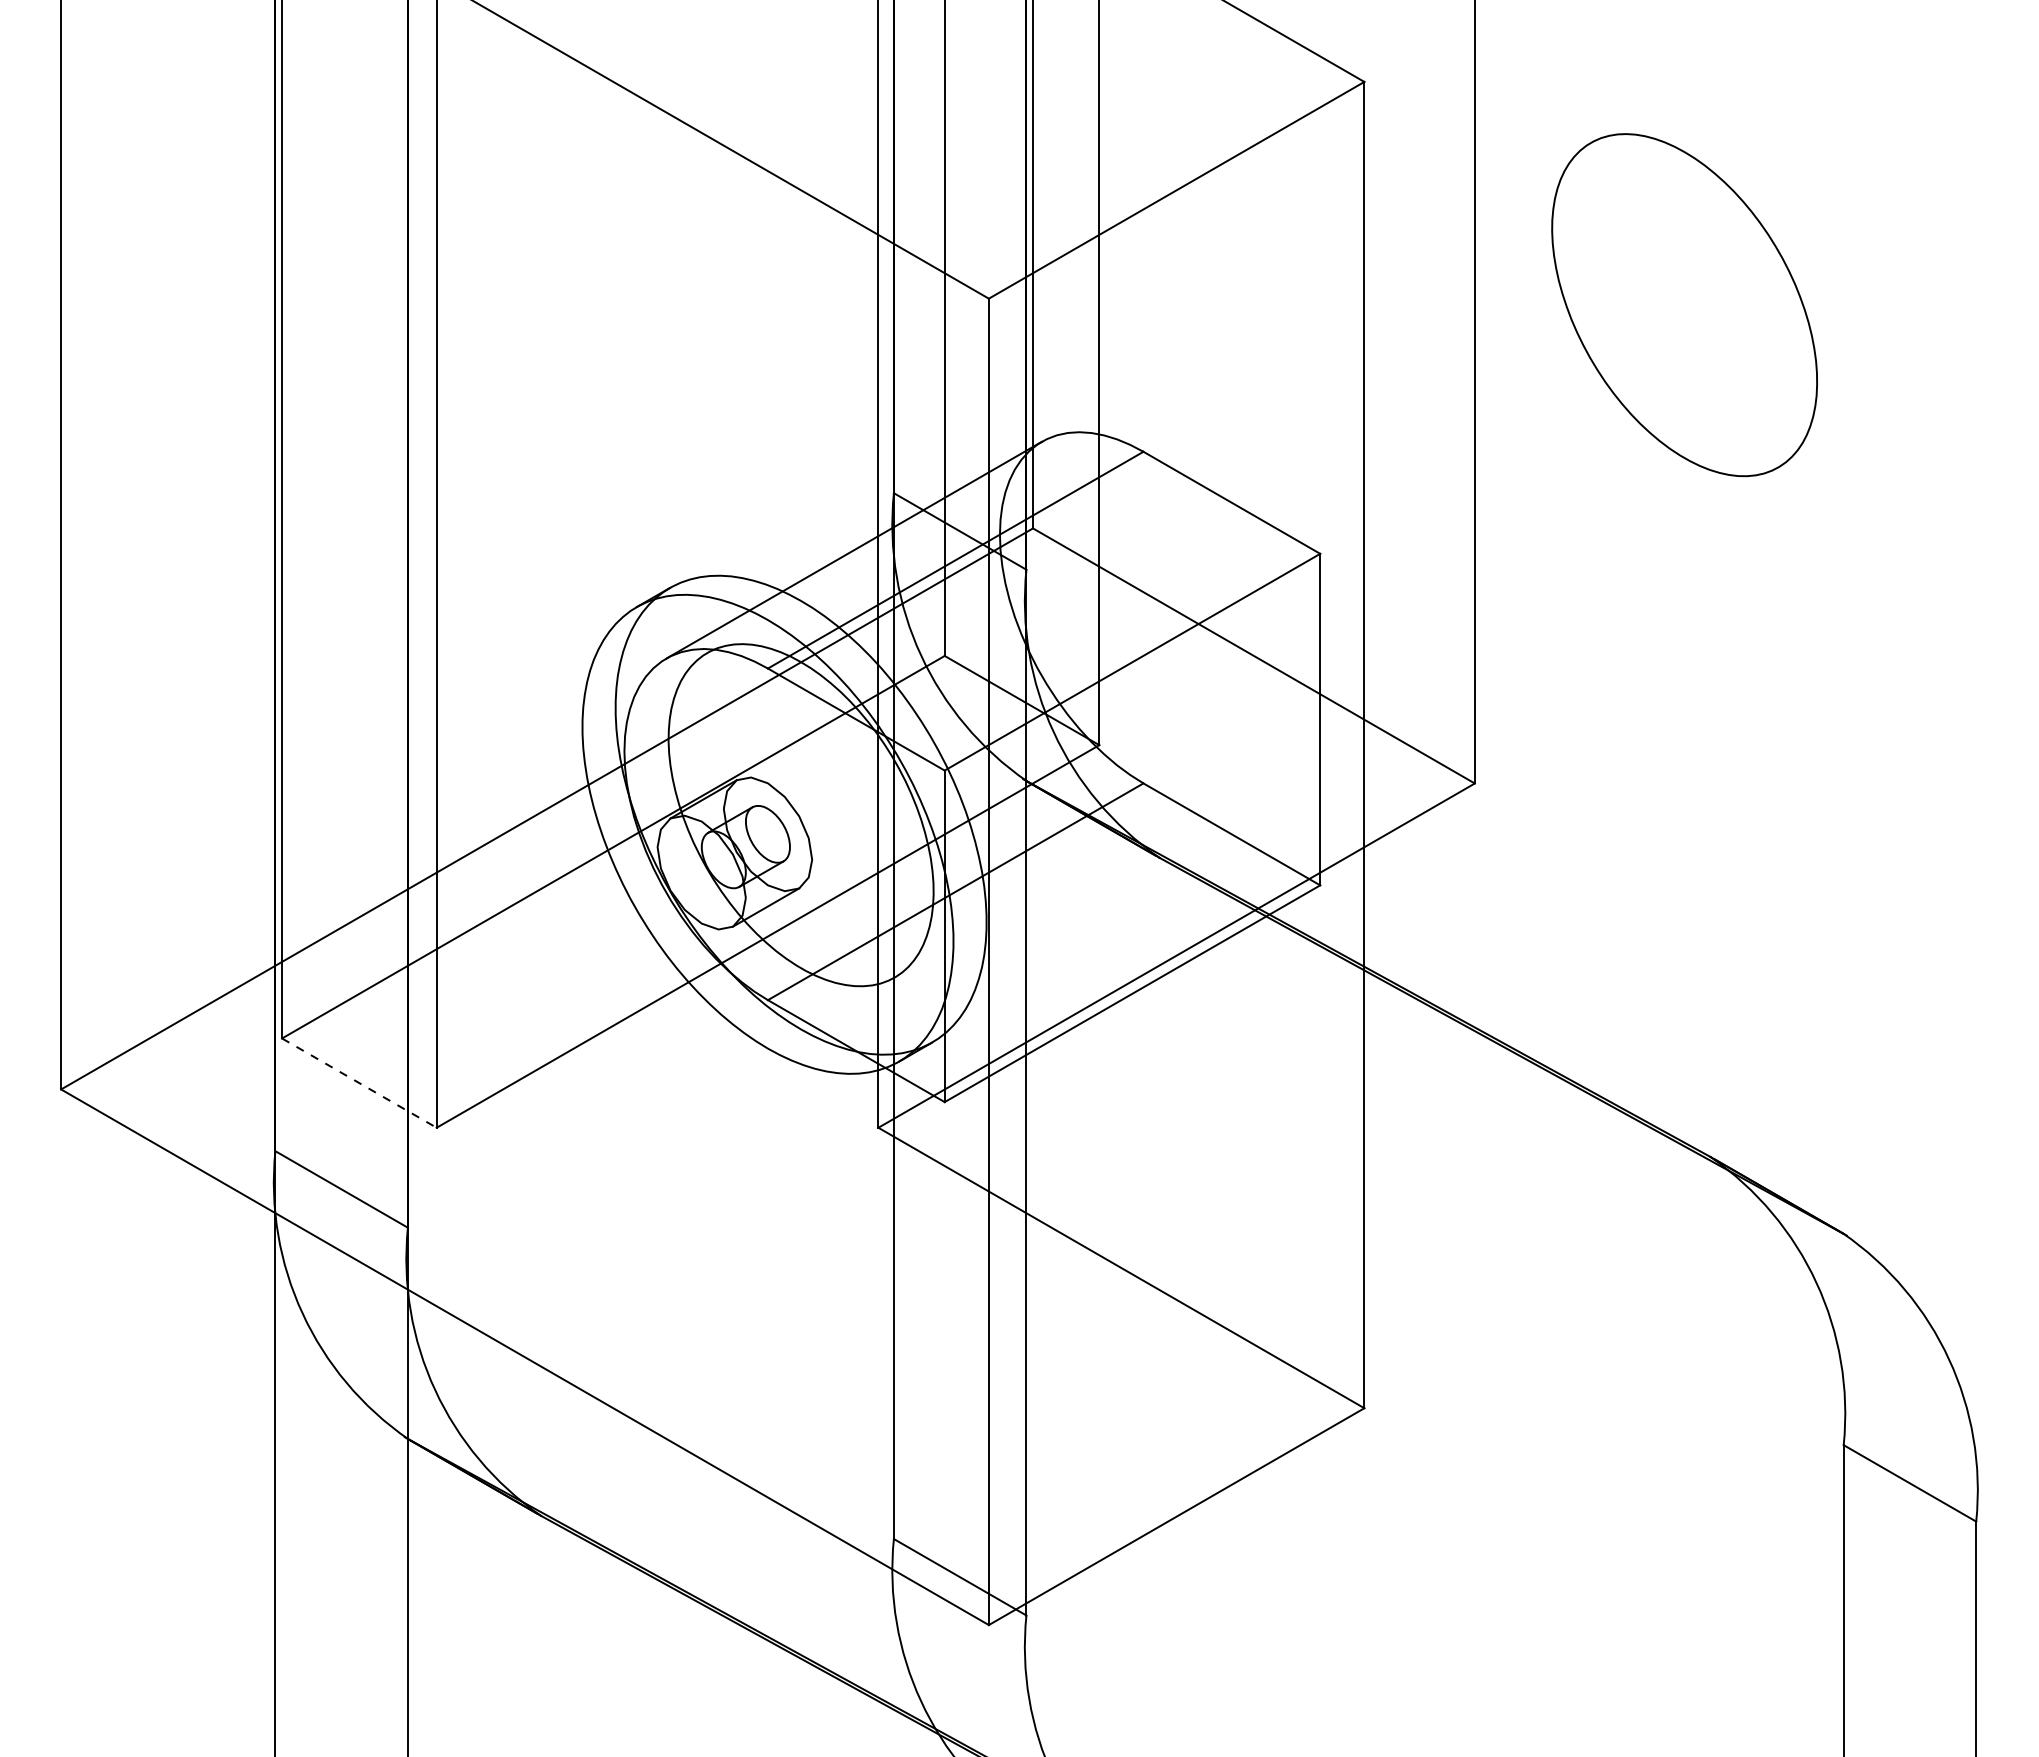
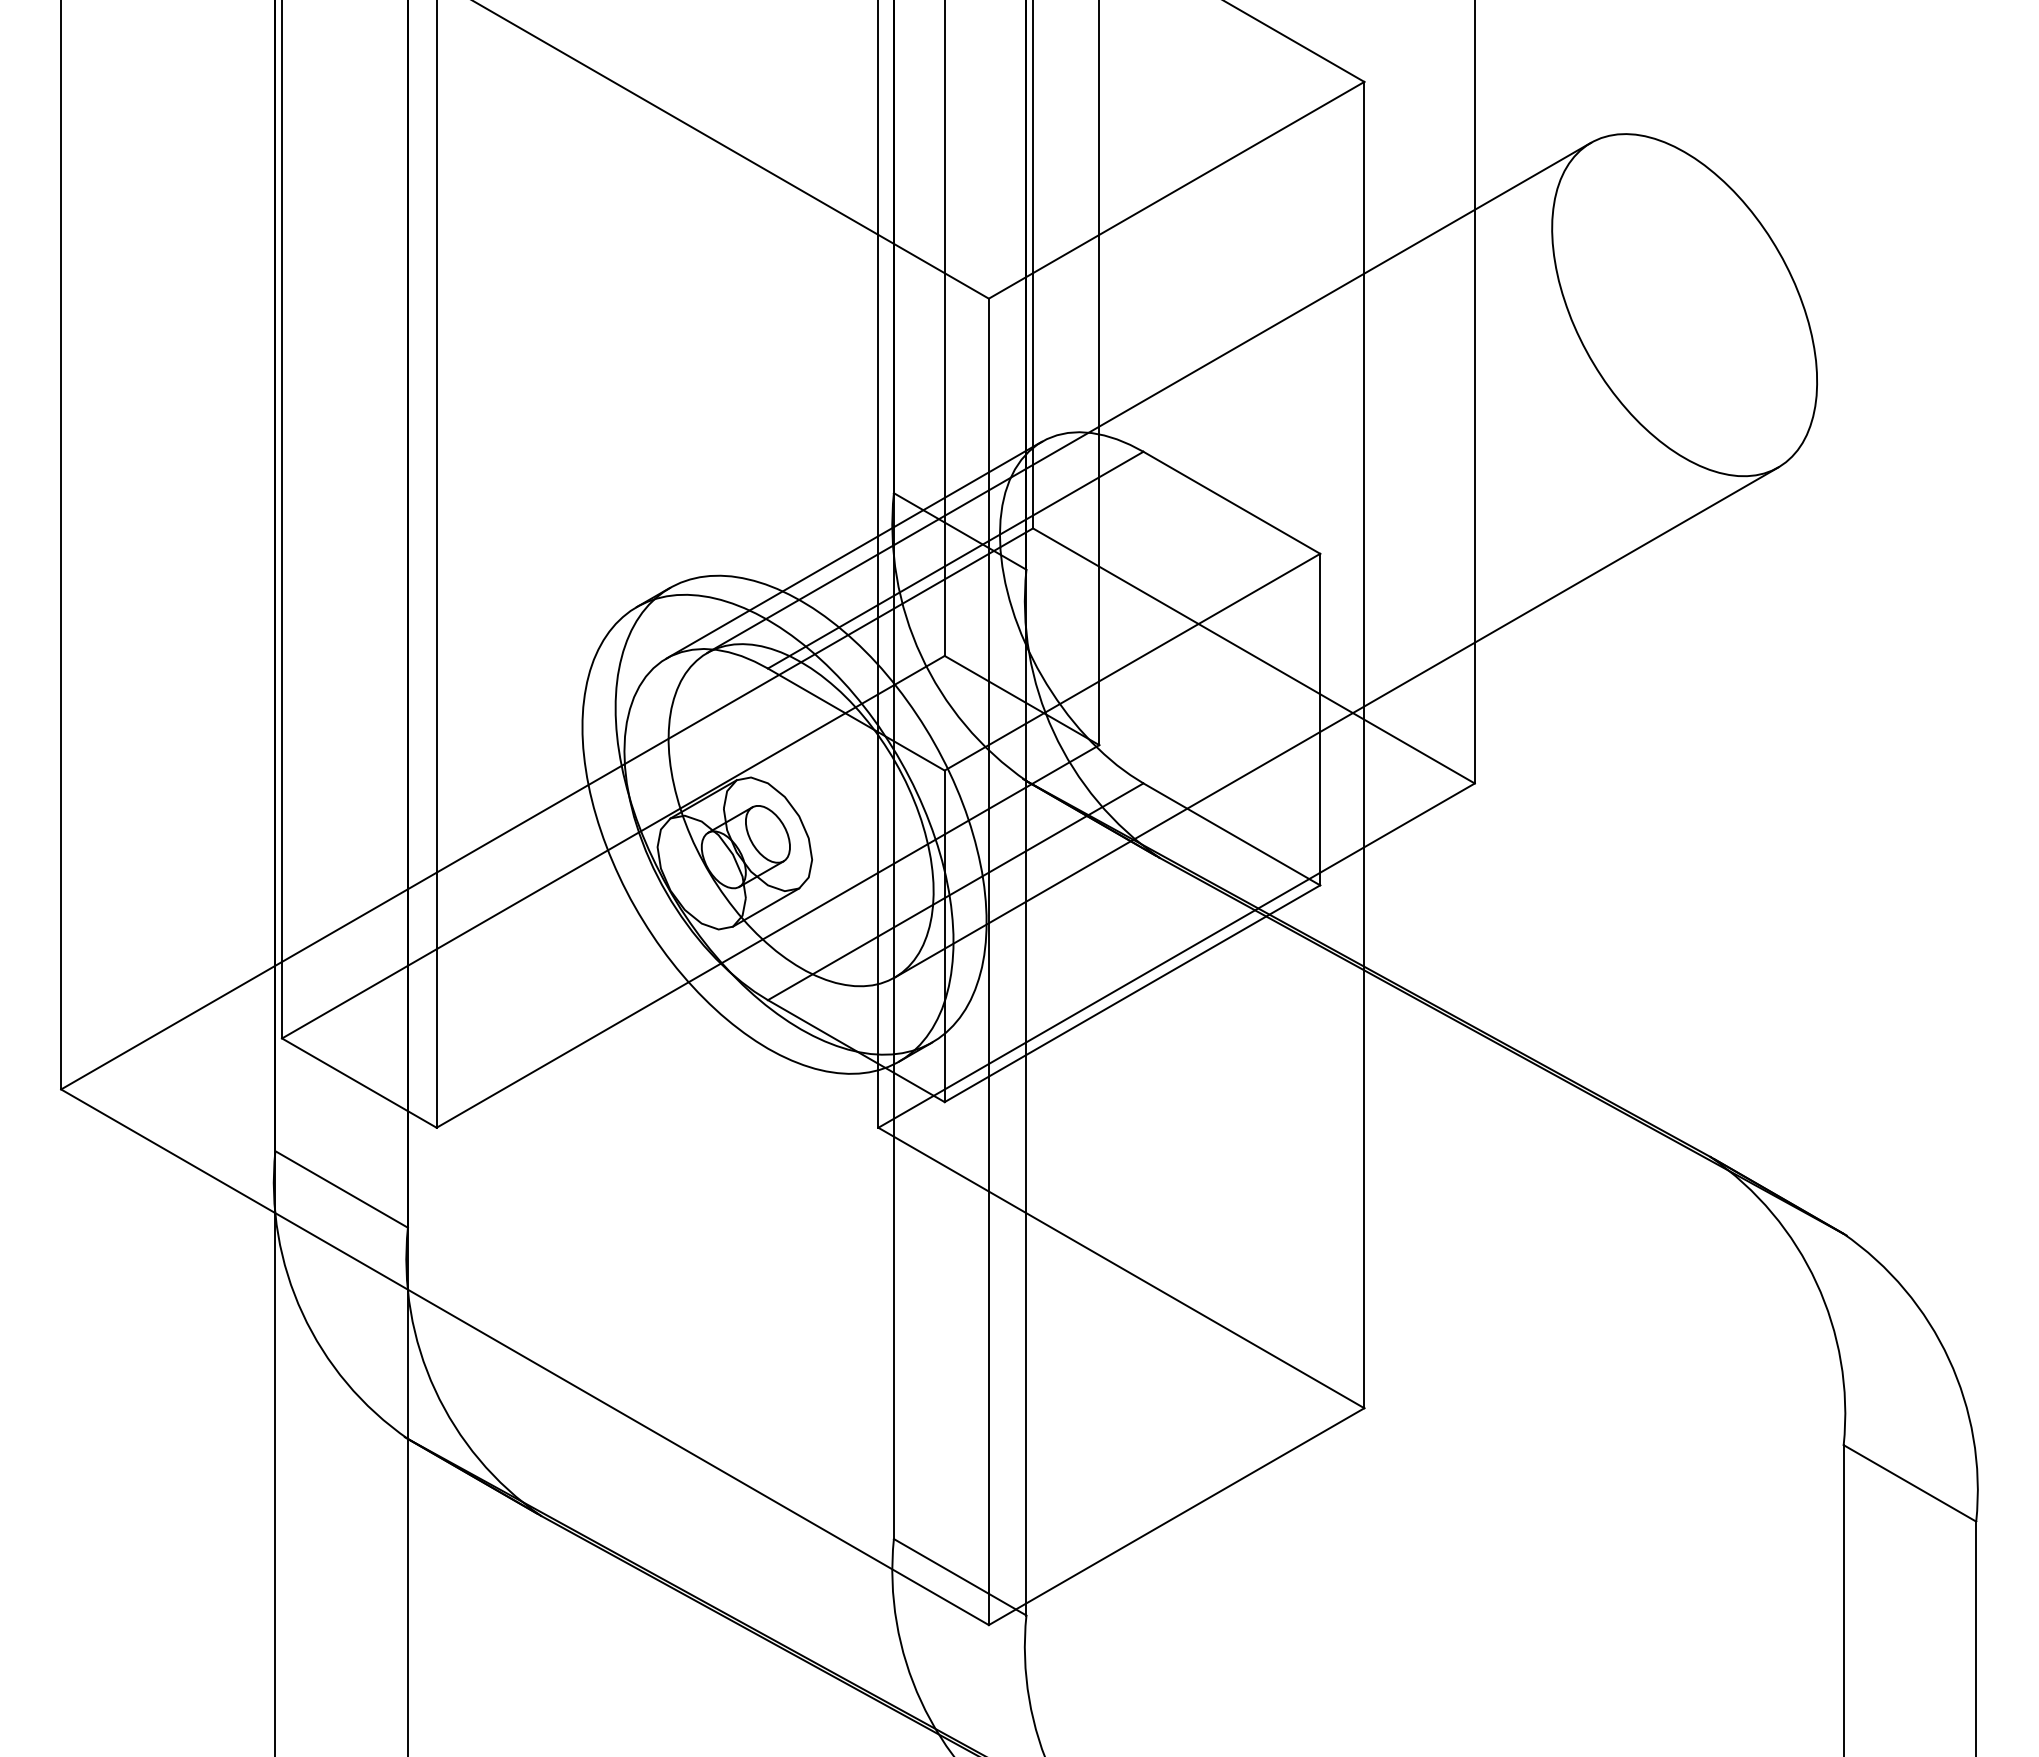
line at (1148, 397): none -> present
line at (1336, 722): none -> present
line at (359, 1083): dashed -> solid
